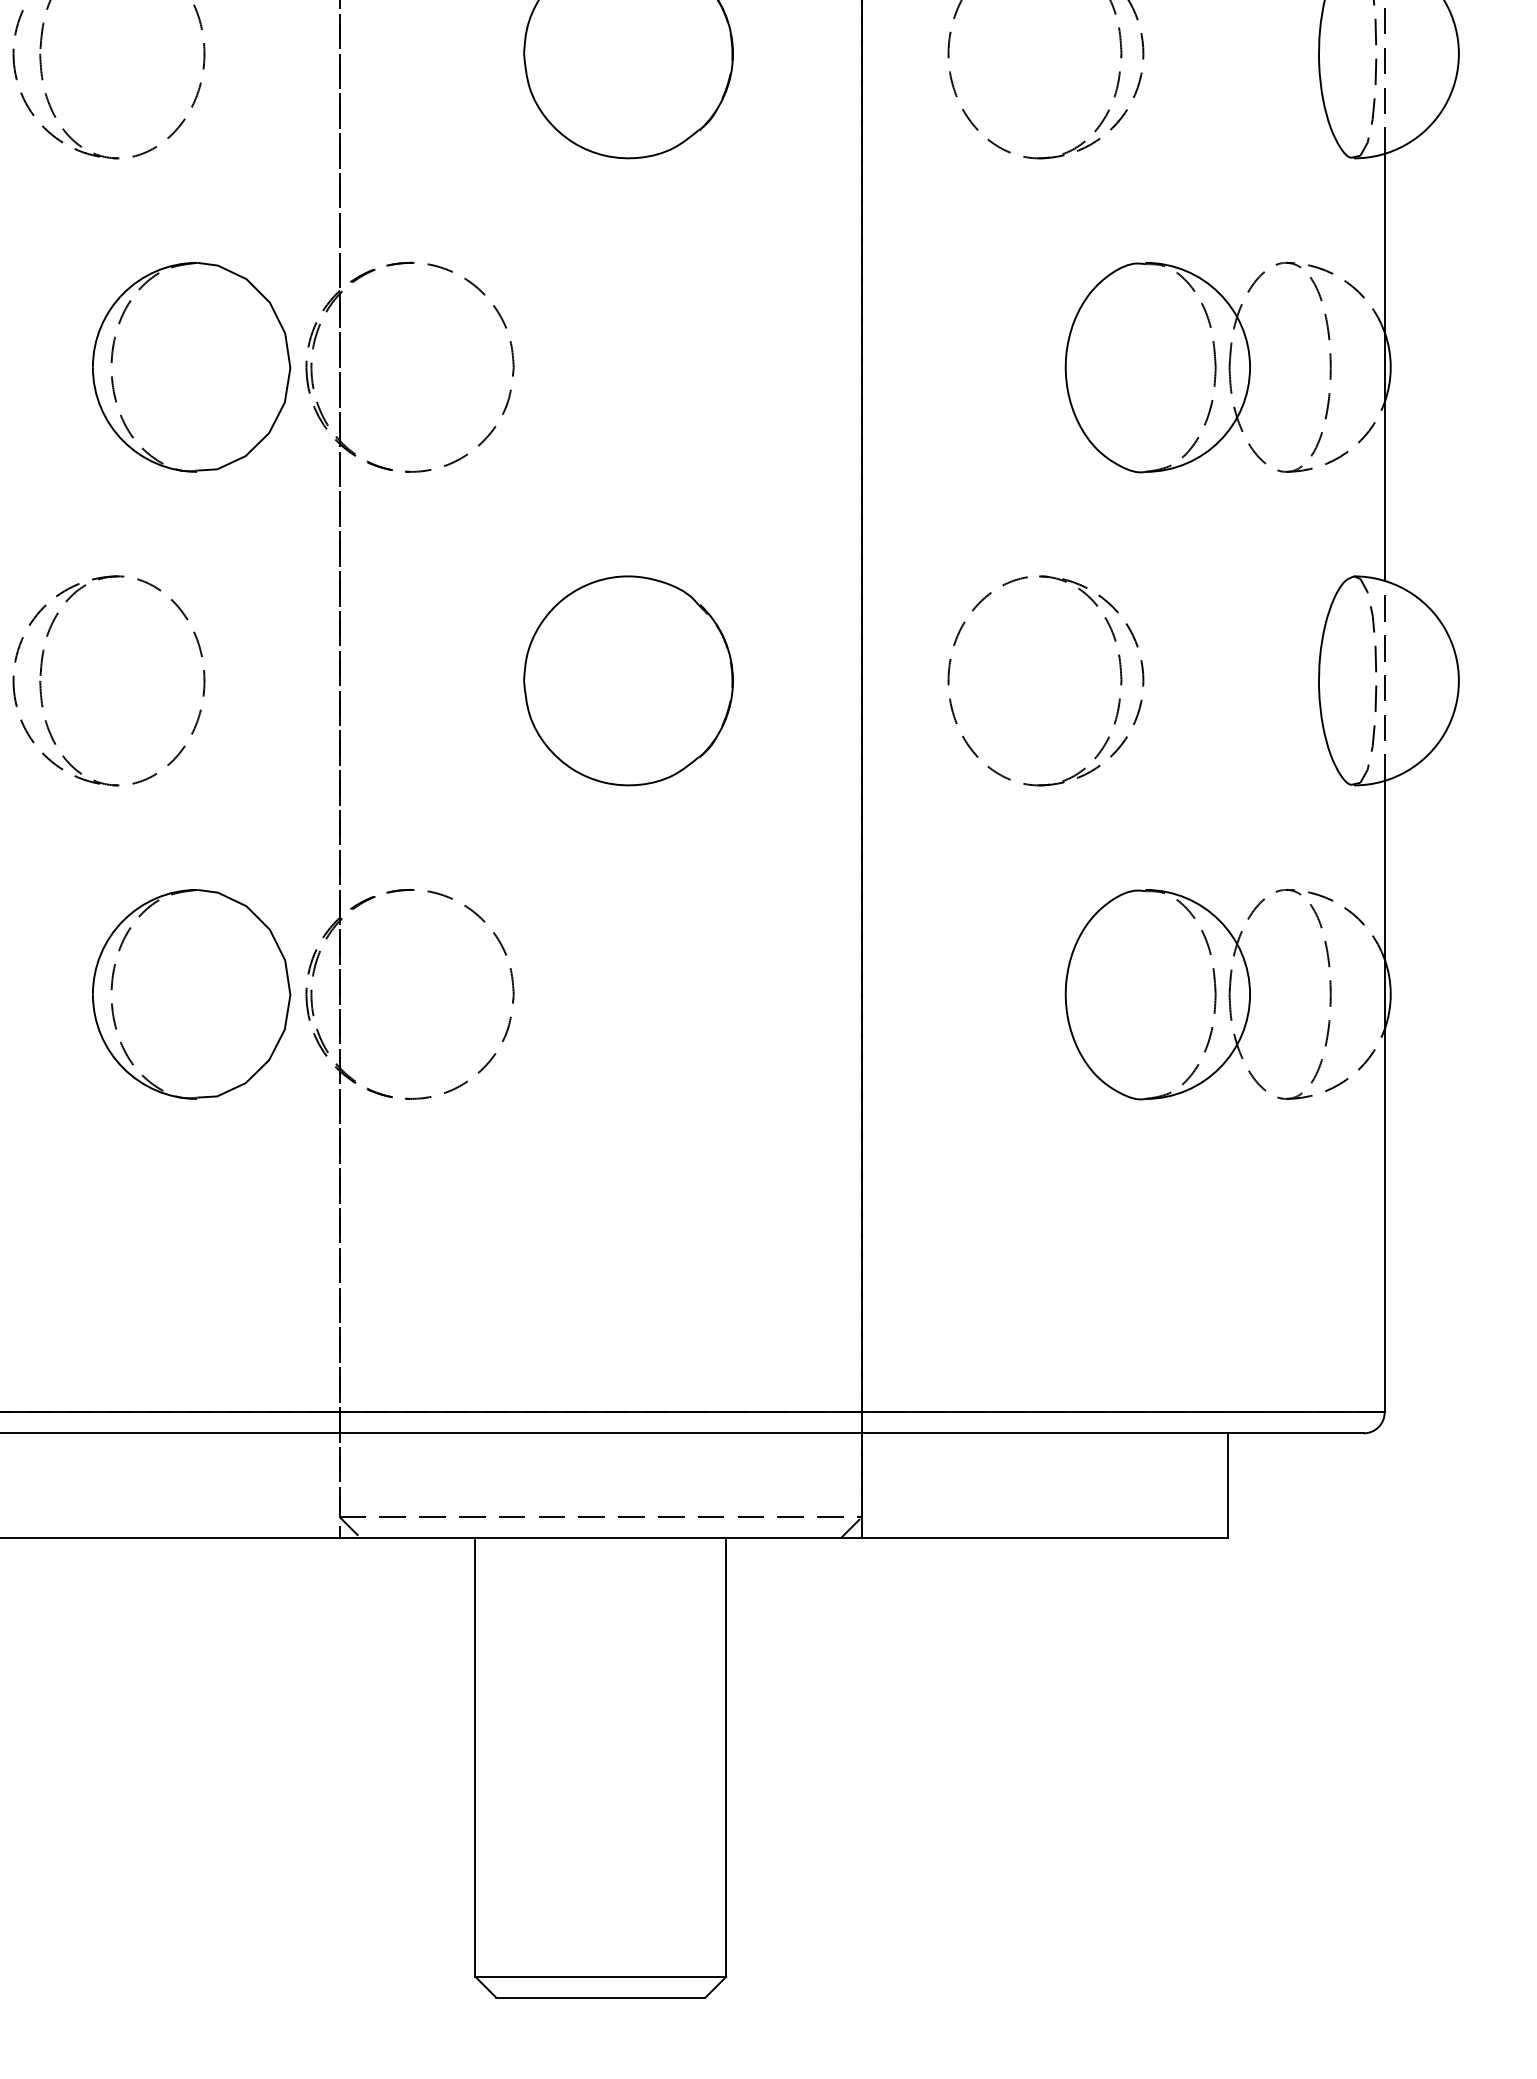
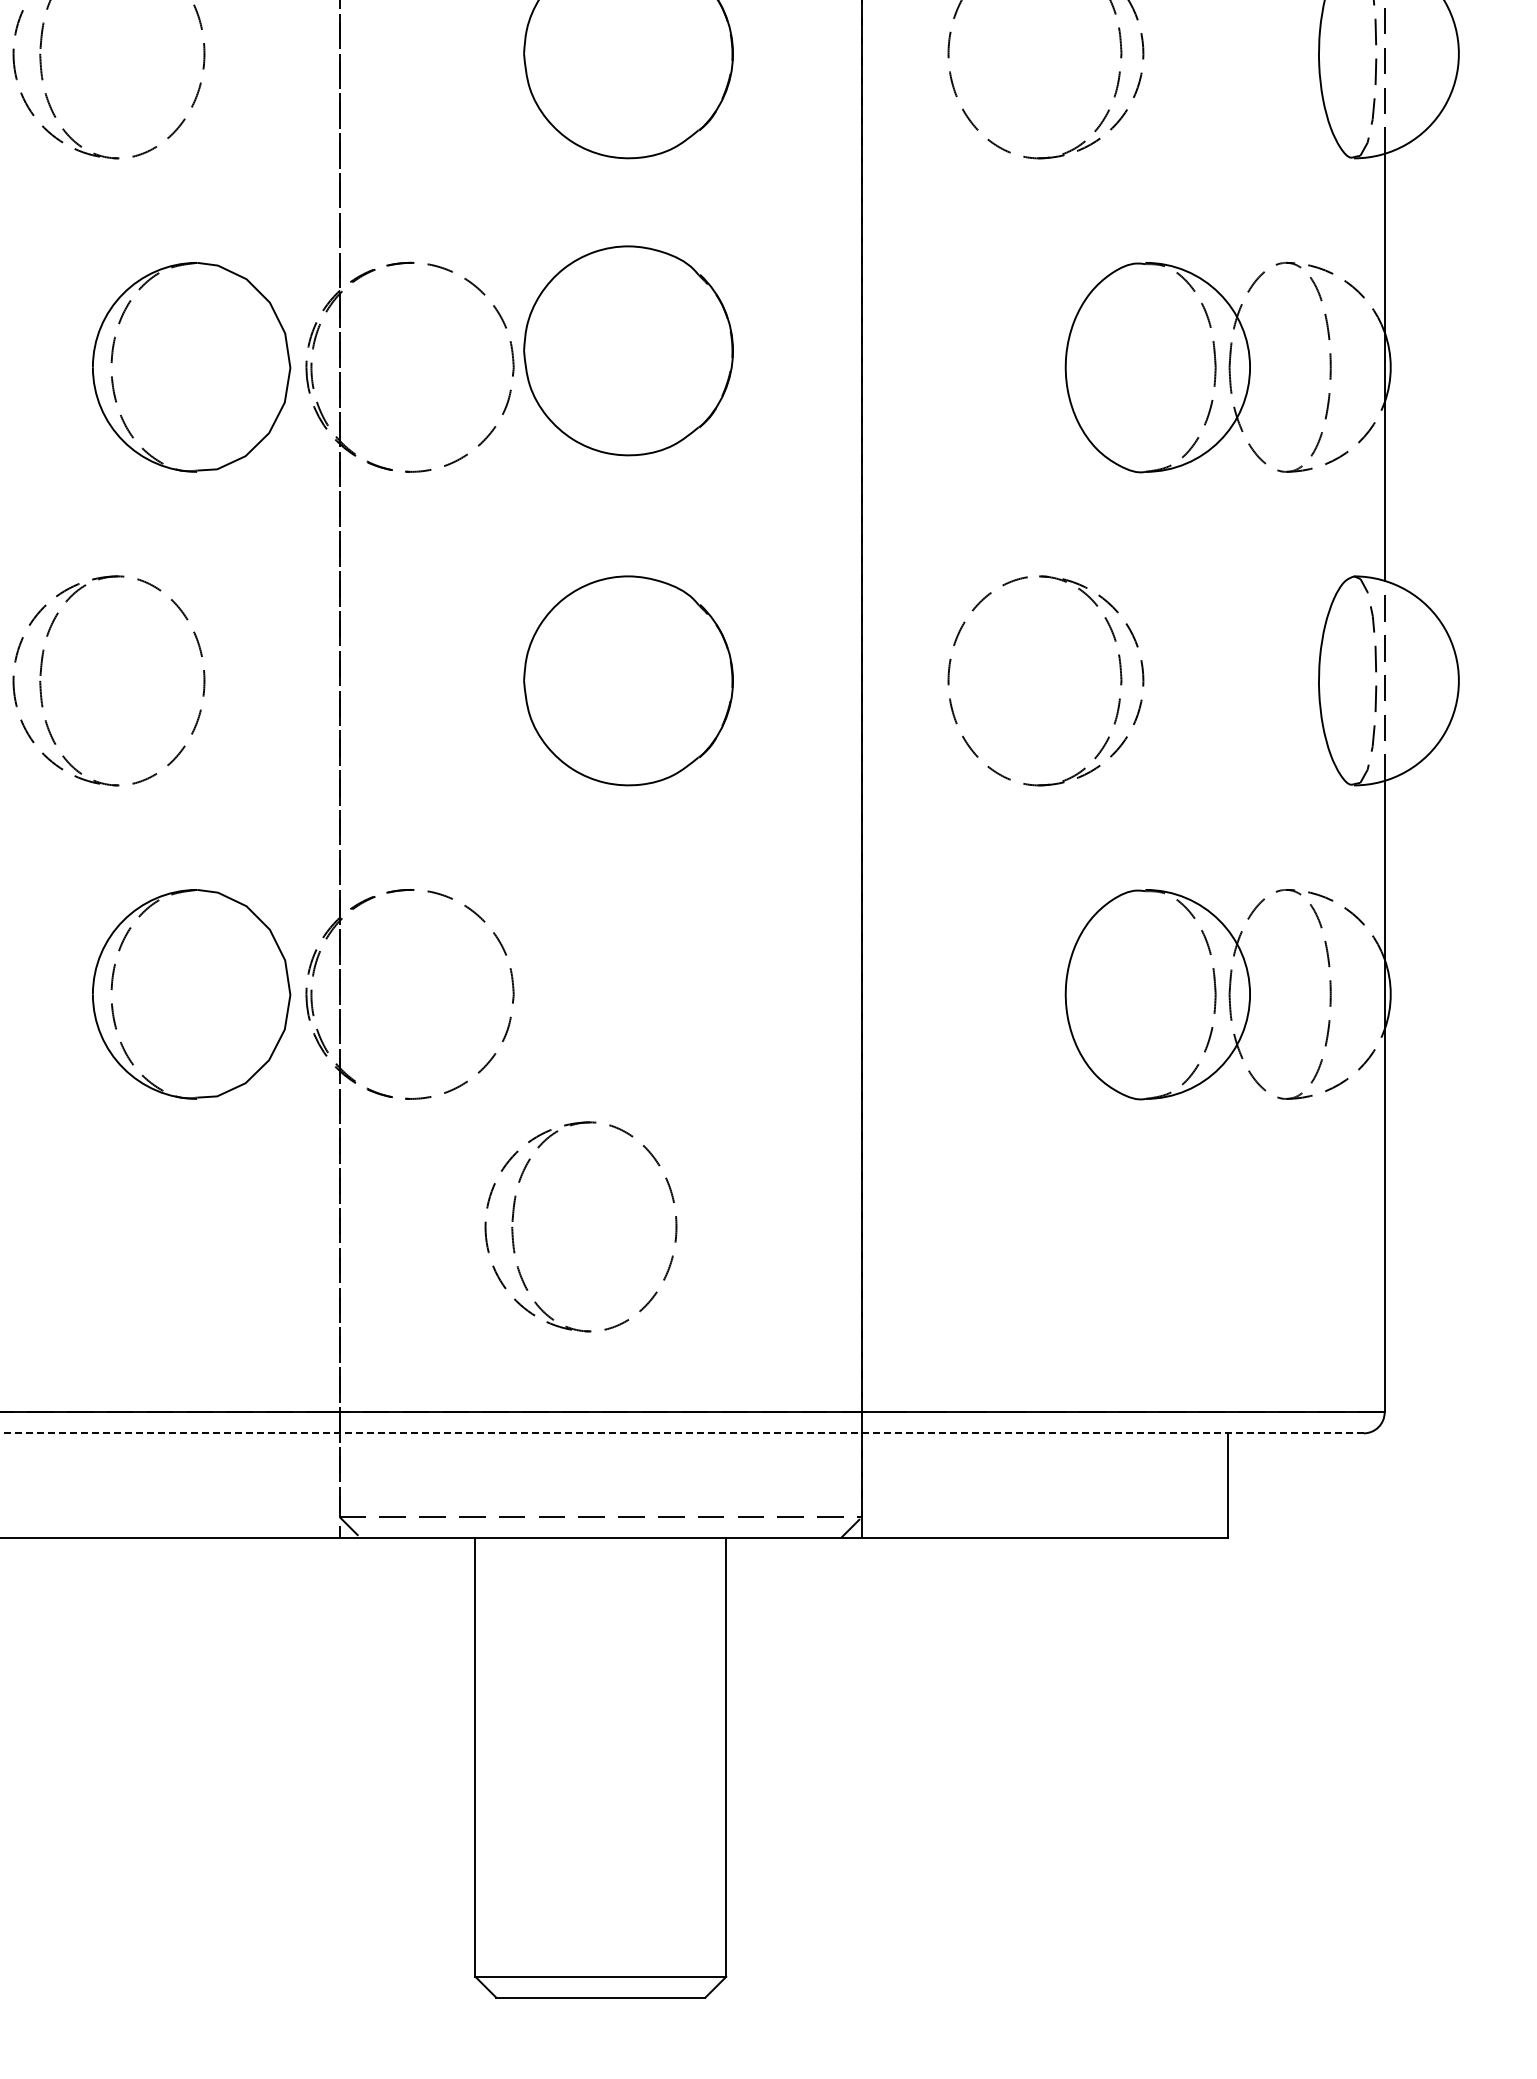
part at (628, 350): none -> present
part at (513, 1227): none -> present
line at (681, 1433): solid -> dashed
